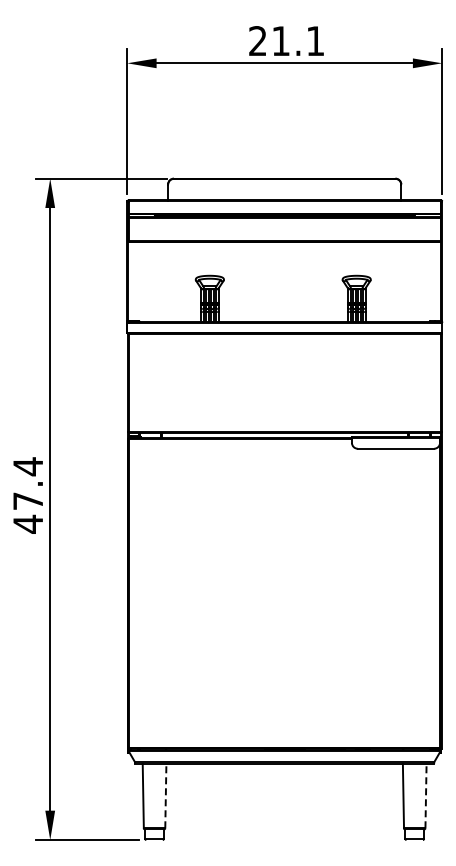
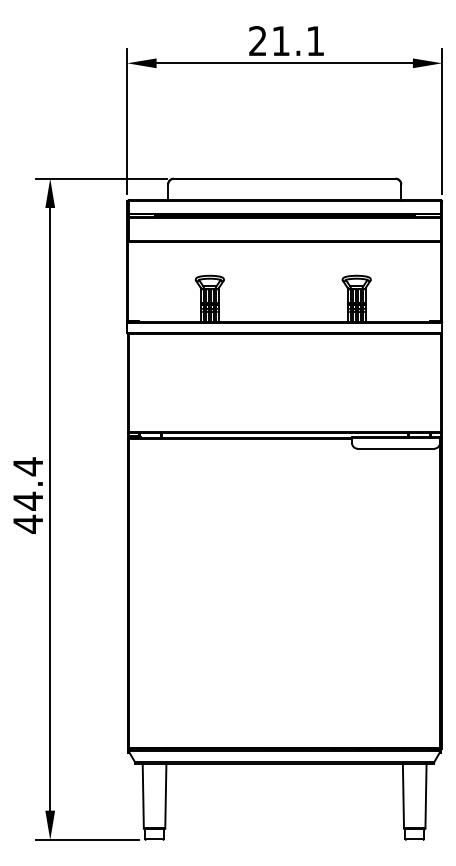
text at (27, 500): 47.4 -> 44.4
line at (165, 795): dashed -> solid
line at (426, 795): dashed -> solid
